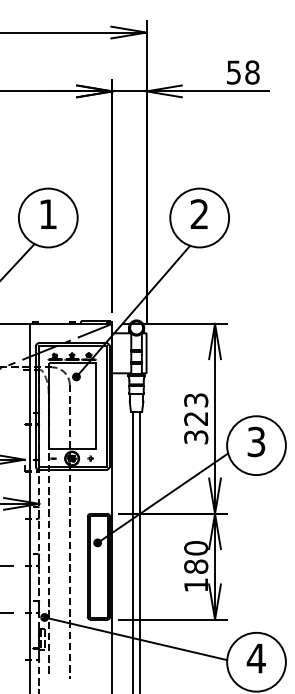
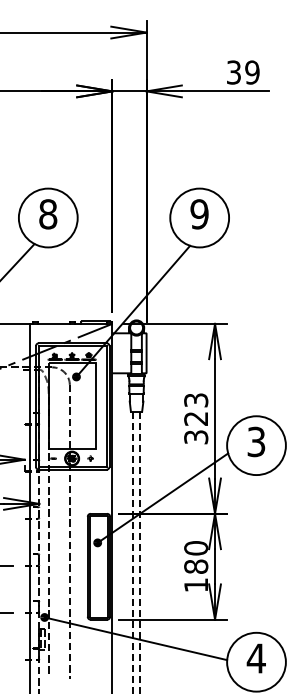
text at (243, 72): 58 -> 39
text at (48, 214): 1 -> 8
text at (199, 214): 2 -> 9
line at (133, 552): solid -> dashed
line at (140, 552): solid -> dashed
